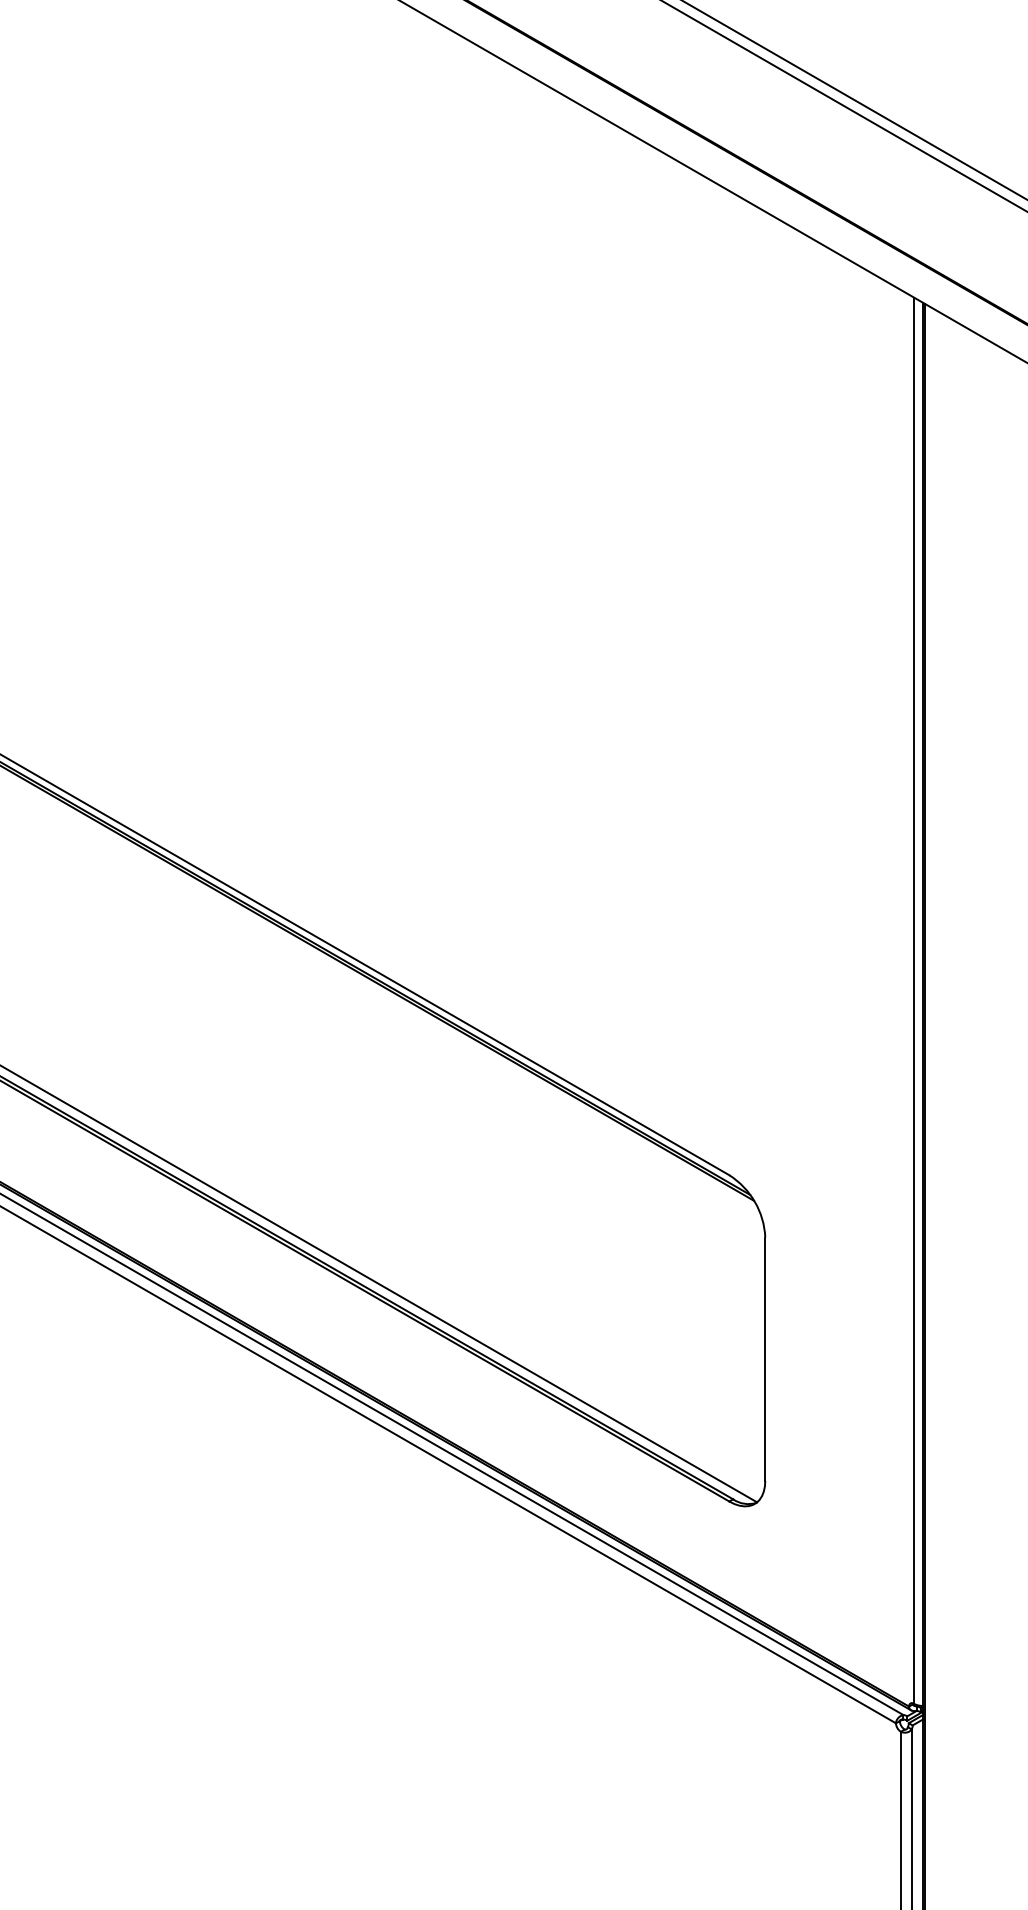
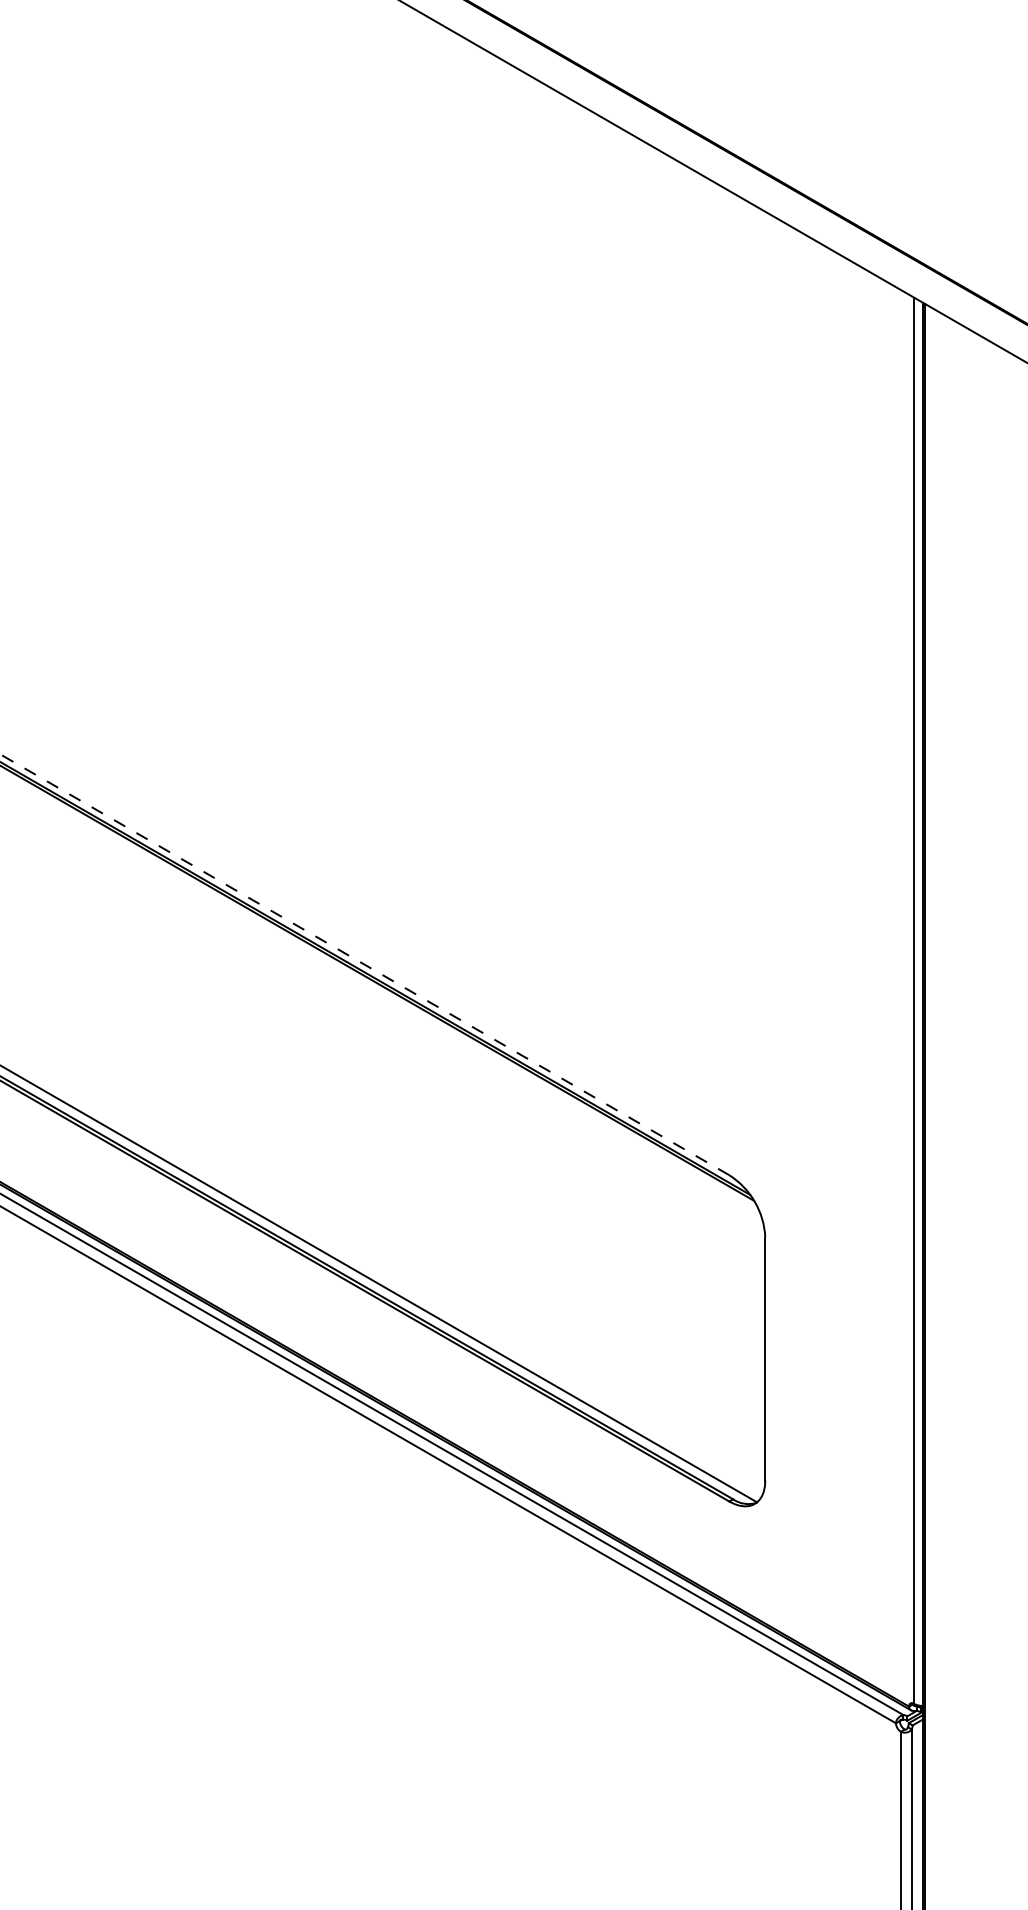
line at (854, 100): present -> none
line at (844, 106): present -> none
line at (364, 964): solid -> dashed
